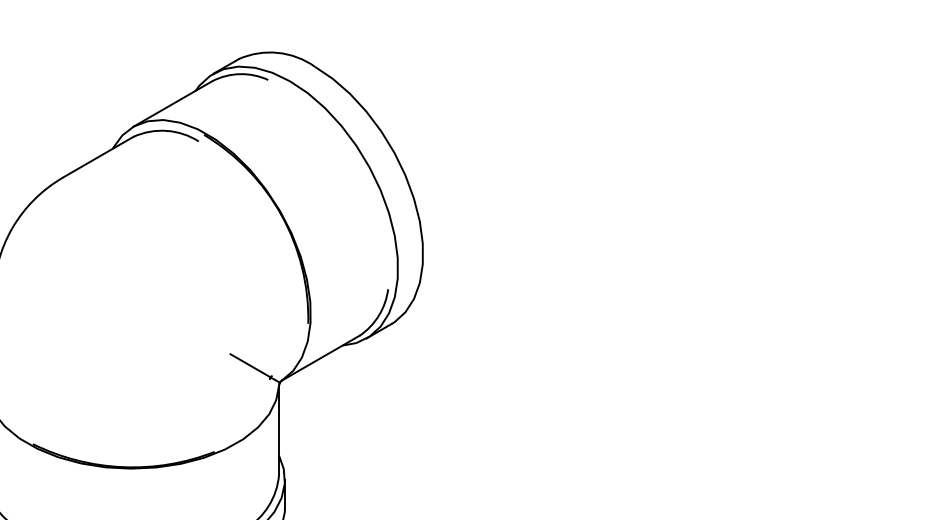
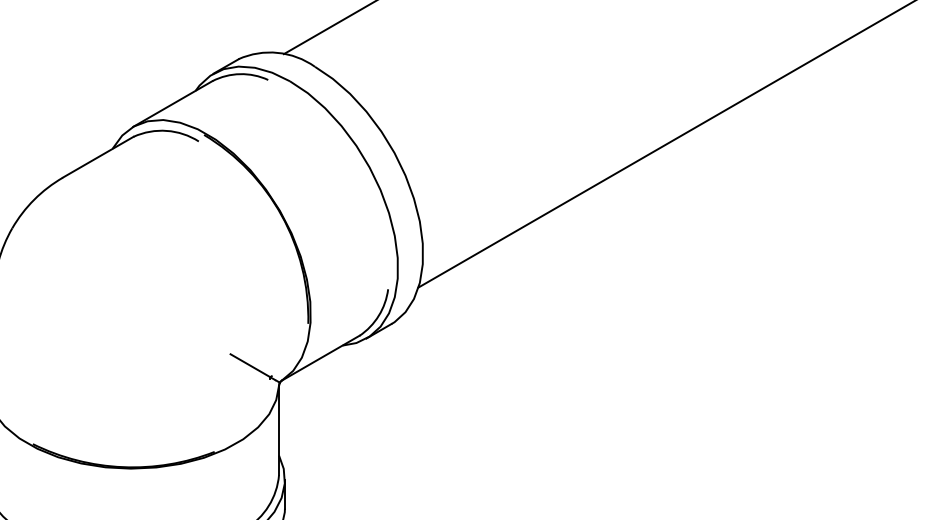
line at (328, 28): none -> present
line at (665, 144): none -> present
